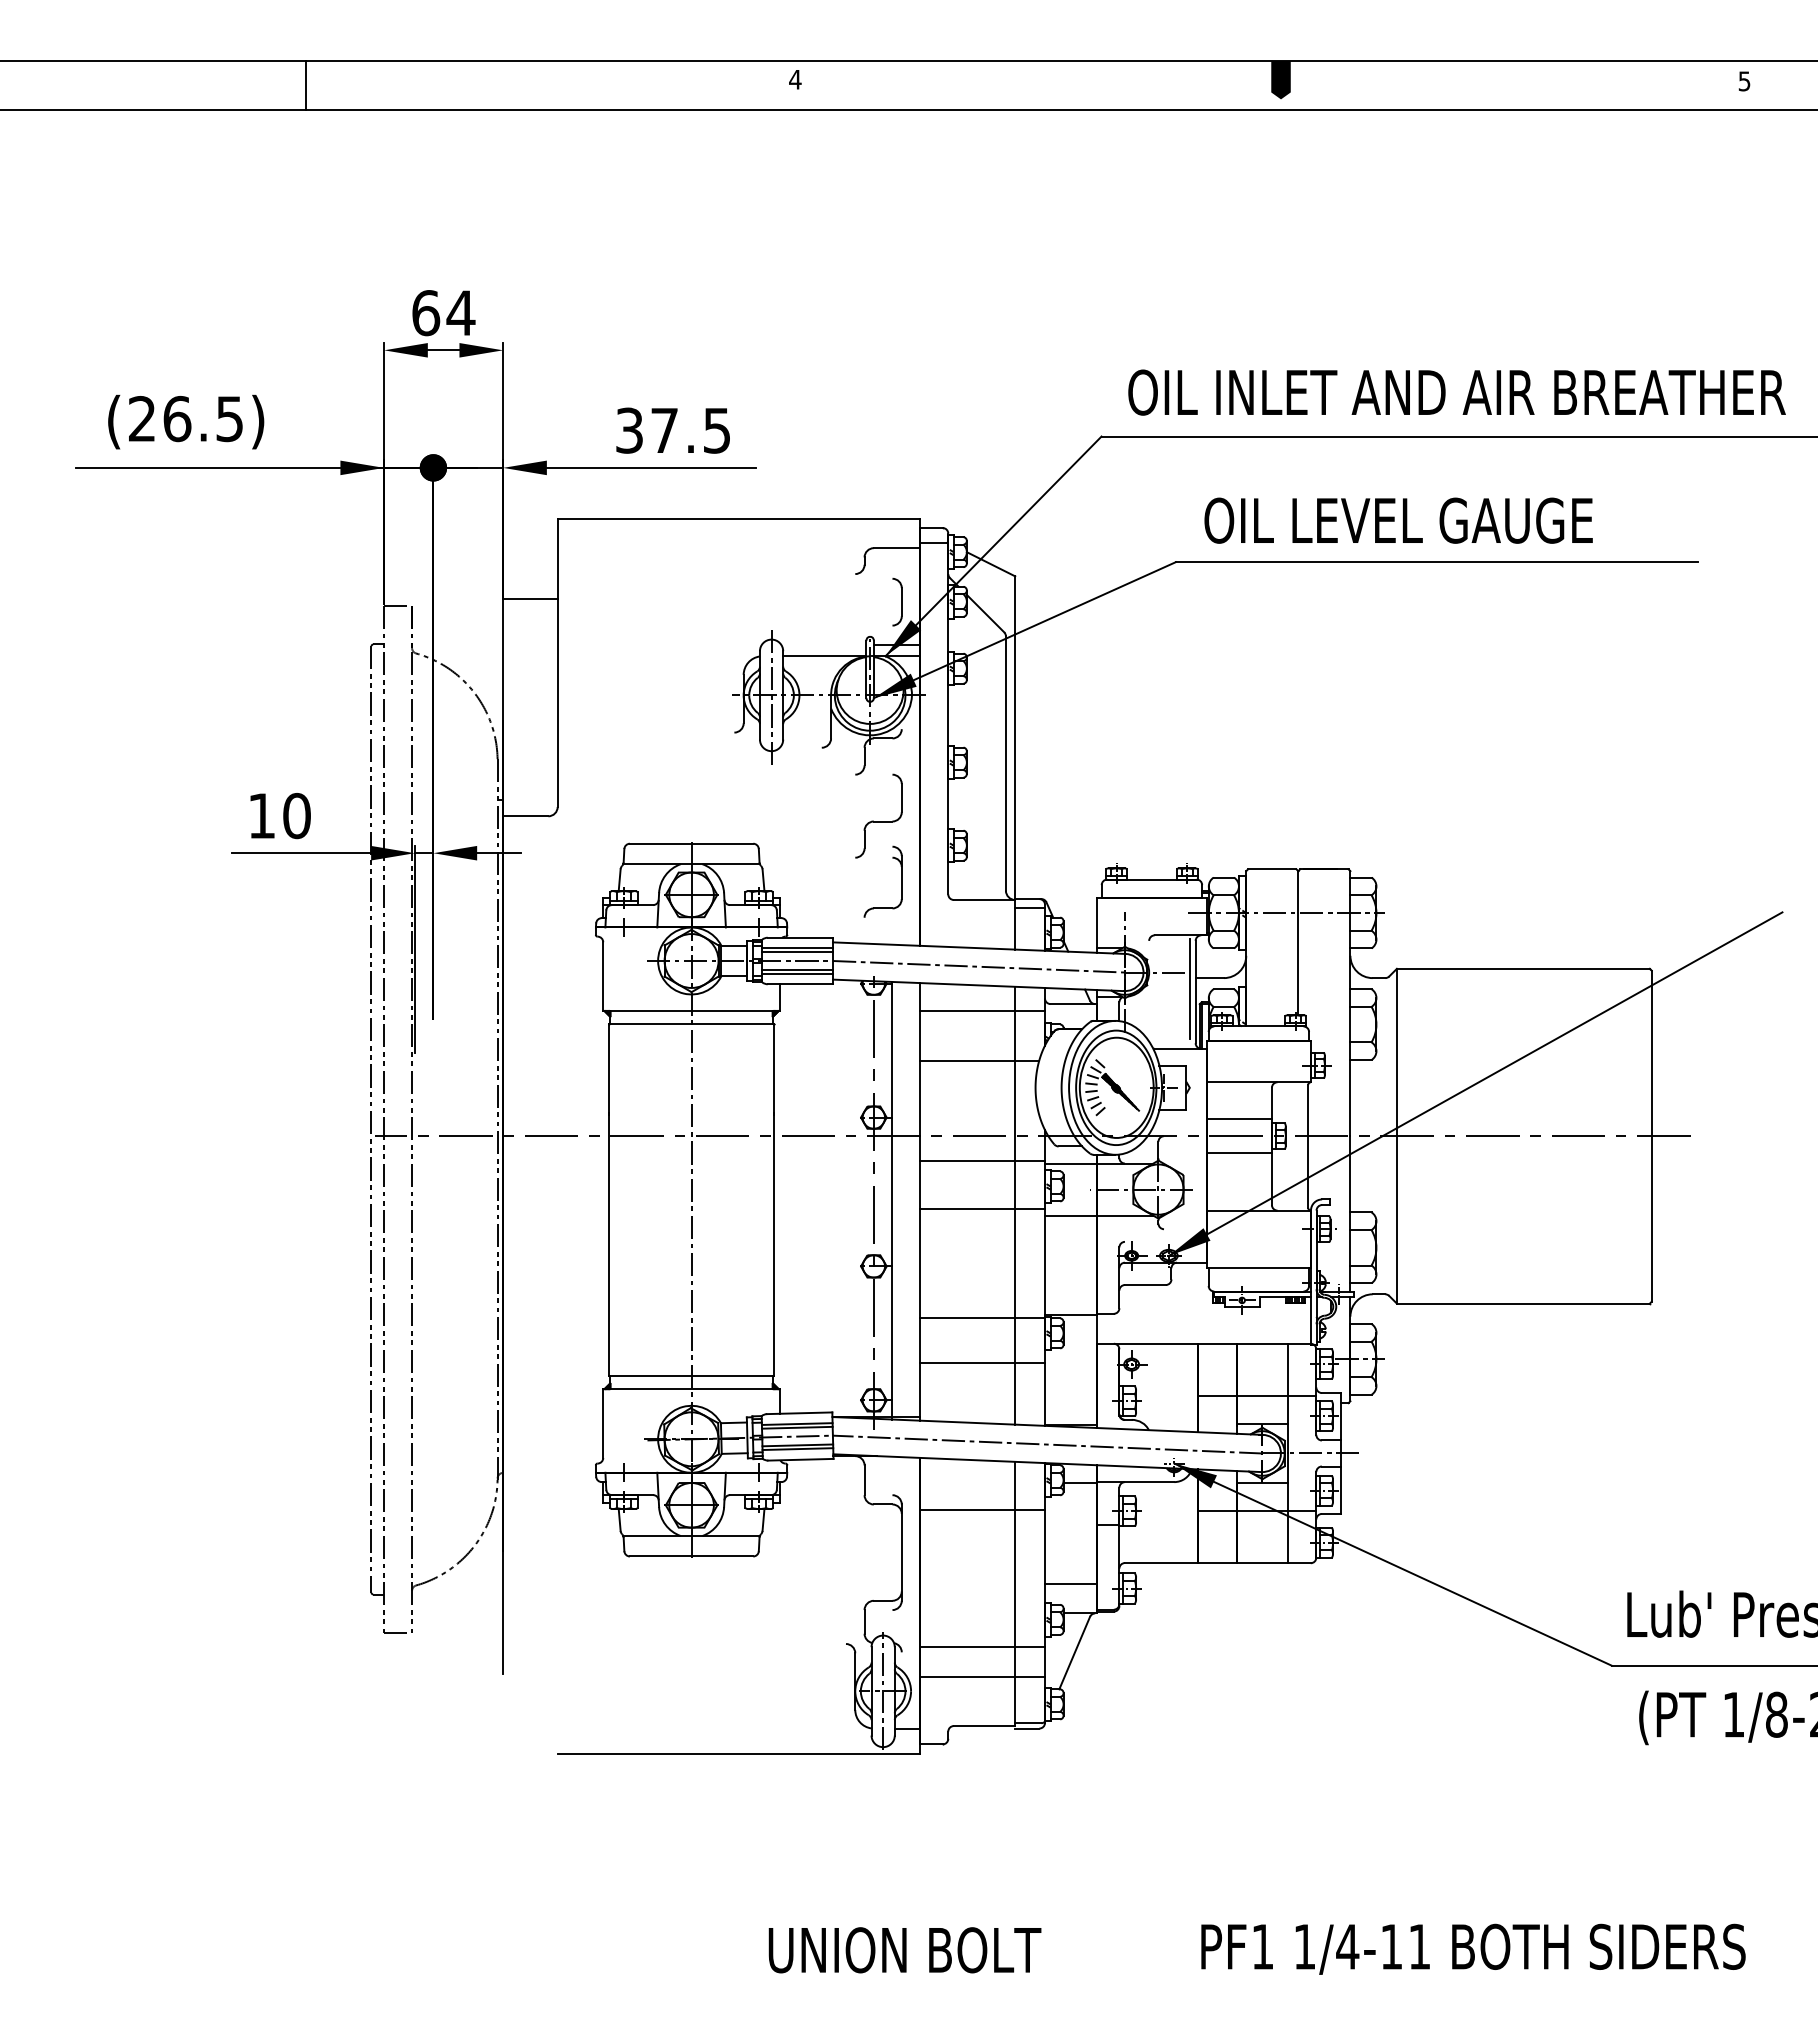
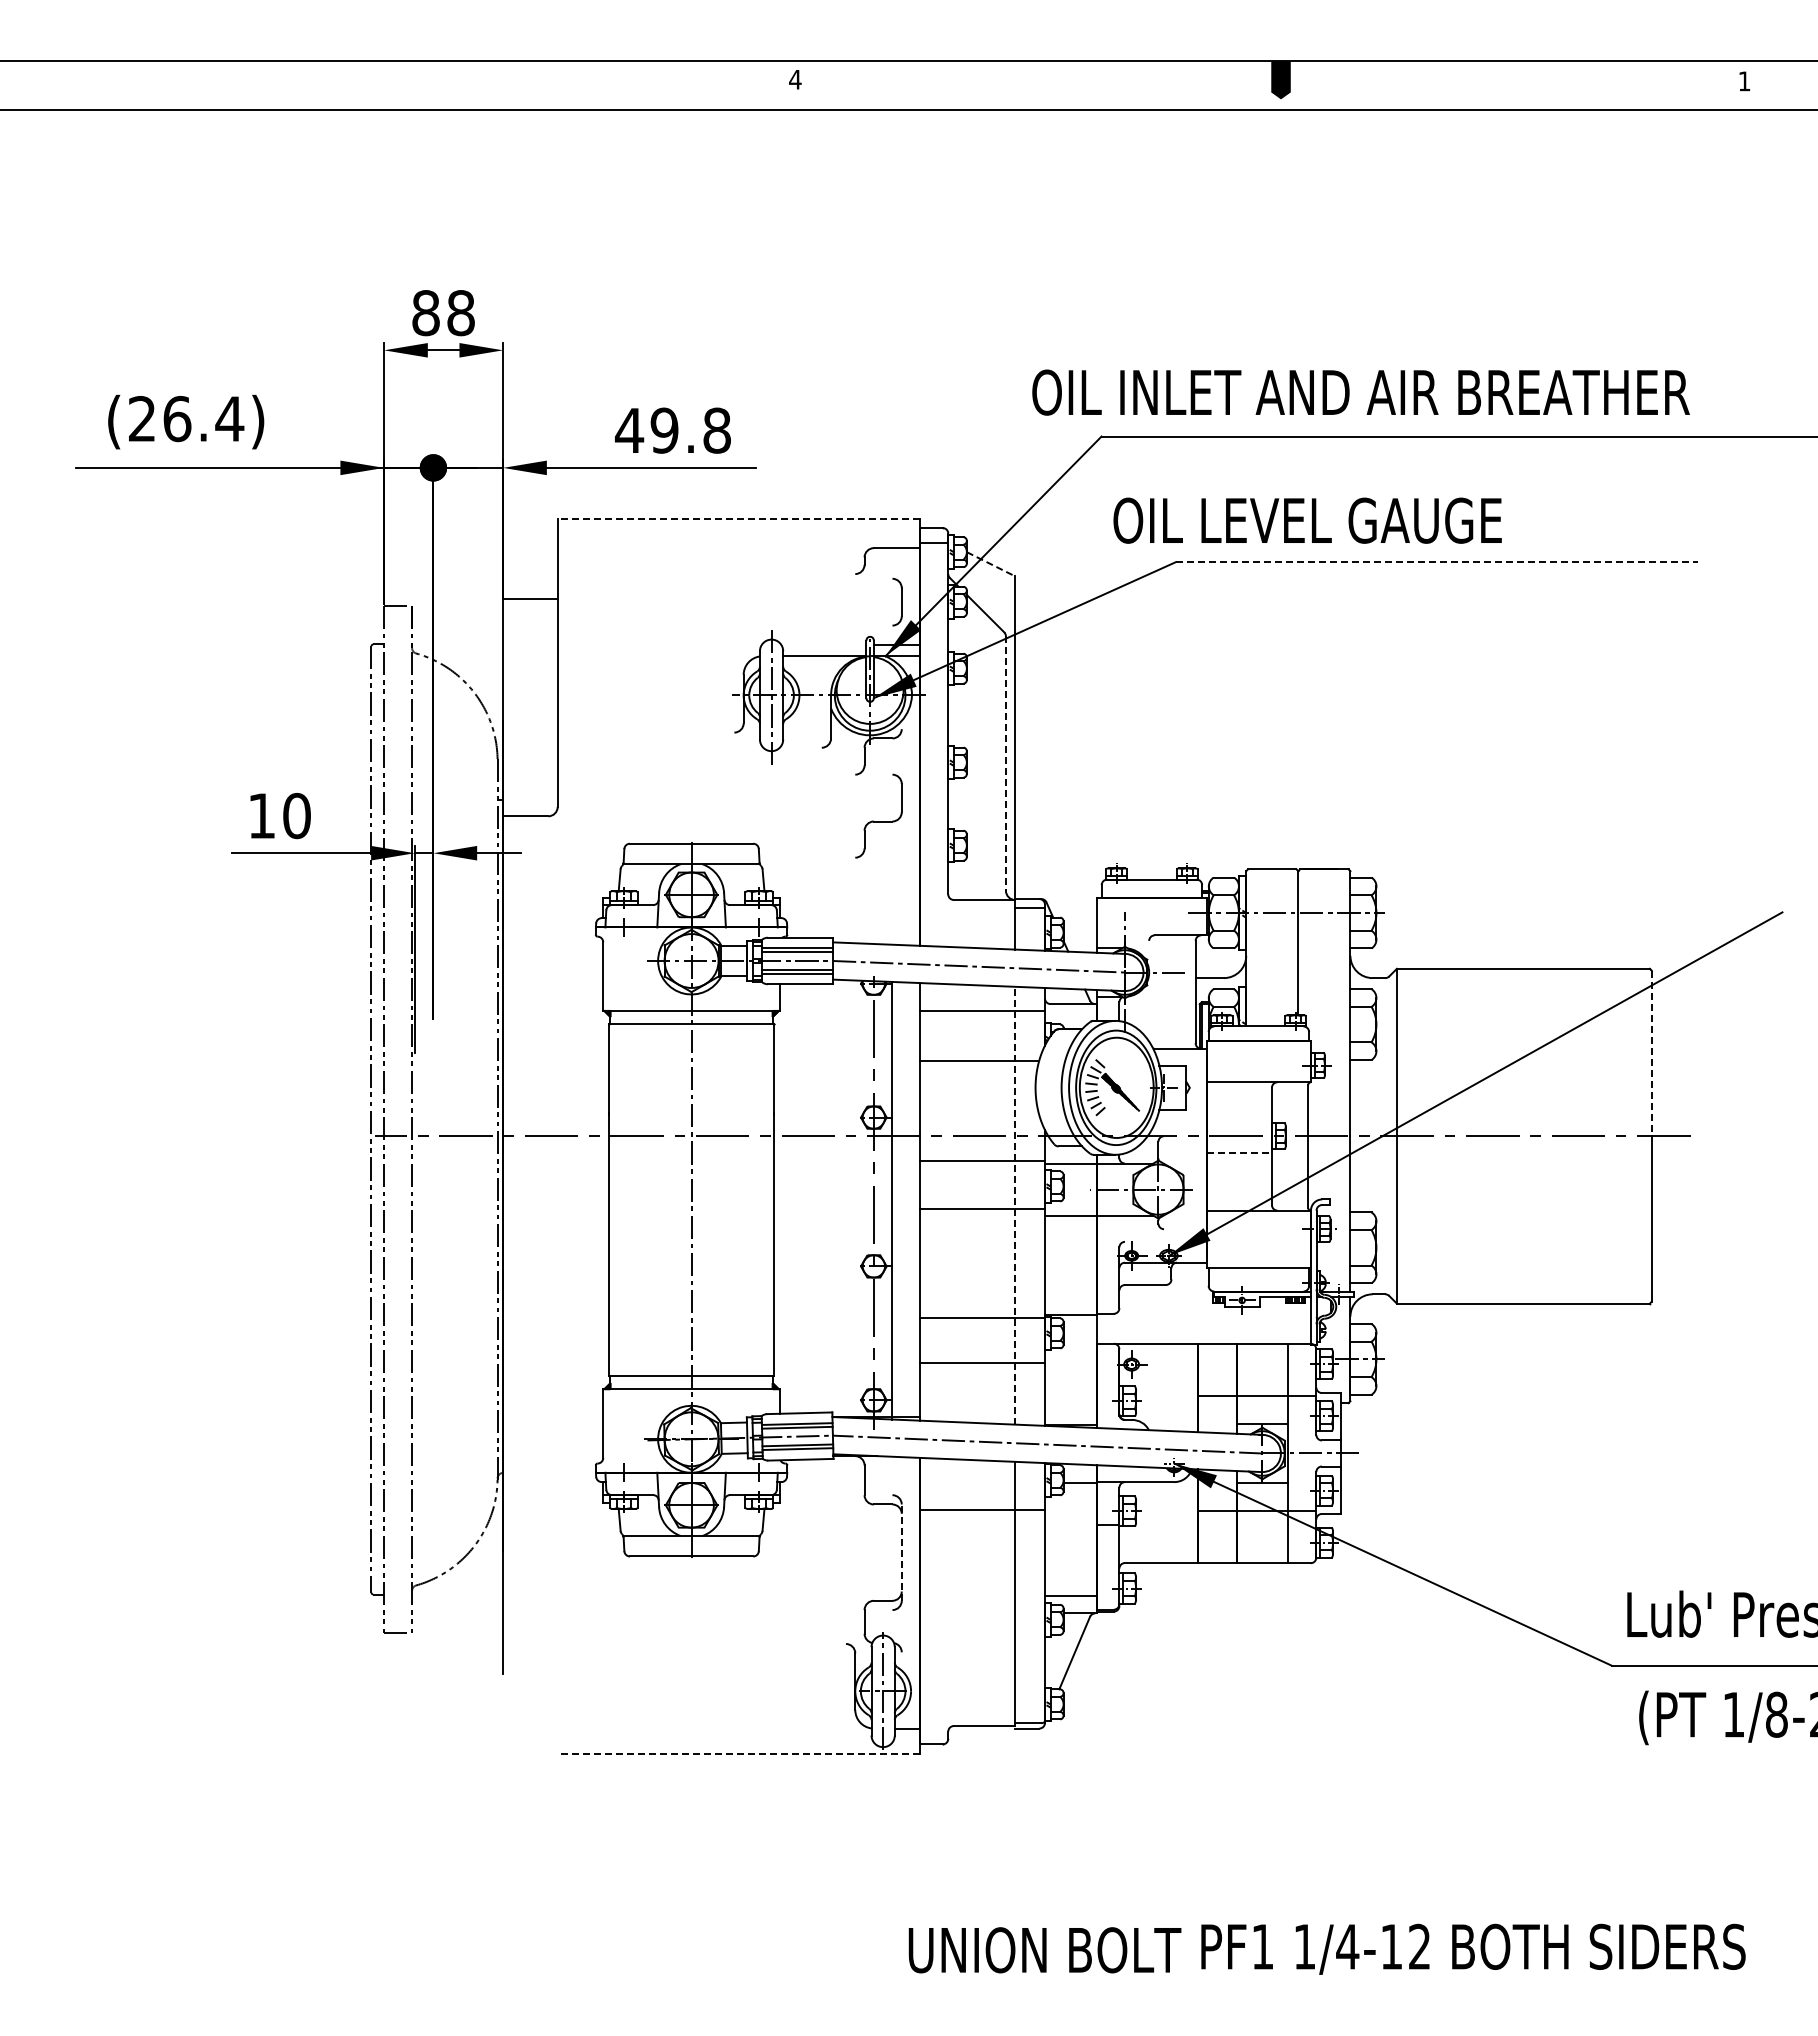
text at (1744, 81): 5 -> 1
line at (306, 85): present -> none
text at (443, 313): 64 -> 88
text at (1456, 392) position: (1456, 392) -> (1360, 392)
text at (229, 419): (26.5) -> (26.4)
text at (672, 430): 37.5 -> 49.8
line at (738, 518): solid -> dashed
text at (1398, 520) position: (1398, 520) -> (1307, 520)
line at (1436, 562): solid -> dashed
line at (991, 564): solid -> dashed
line at (1005, 764): solid -> dashed
part at (901, 881): present -> none
line at (1190, 989): present -> none
line at (1651, 1053): solid -> dashed
line at (1238, 1119): present -> none
line at (1239, 1152): solid -> dashed
line at (1015, 1205): solid -> dashed
line at (901, 1552): solid -> dashed
line at (1071, 1584) position: (1071, 1584) -> (1071, 1596)
line at (982, 1646): present -> none
line at (982, 1677): present -> none
line at (738, 1753): solid -> dashed
text at (1419, 1946): 1/4-11 -> 1/4-12
text at (904, 1950) position: (904, 1950) -> (1044, 1950)
